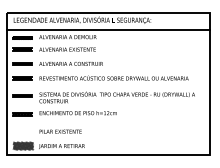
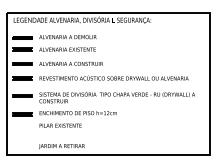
line at (107, 30): present -> none
text at (60, 131) position: (60, 131) -> (60, 125)
hatch at (23, 146): present -> none
